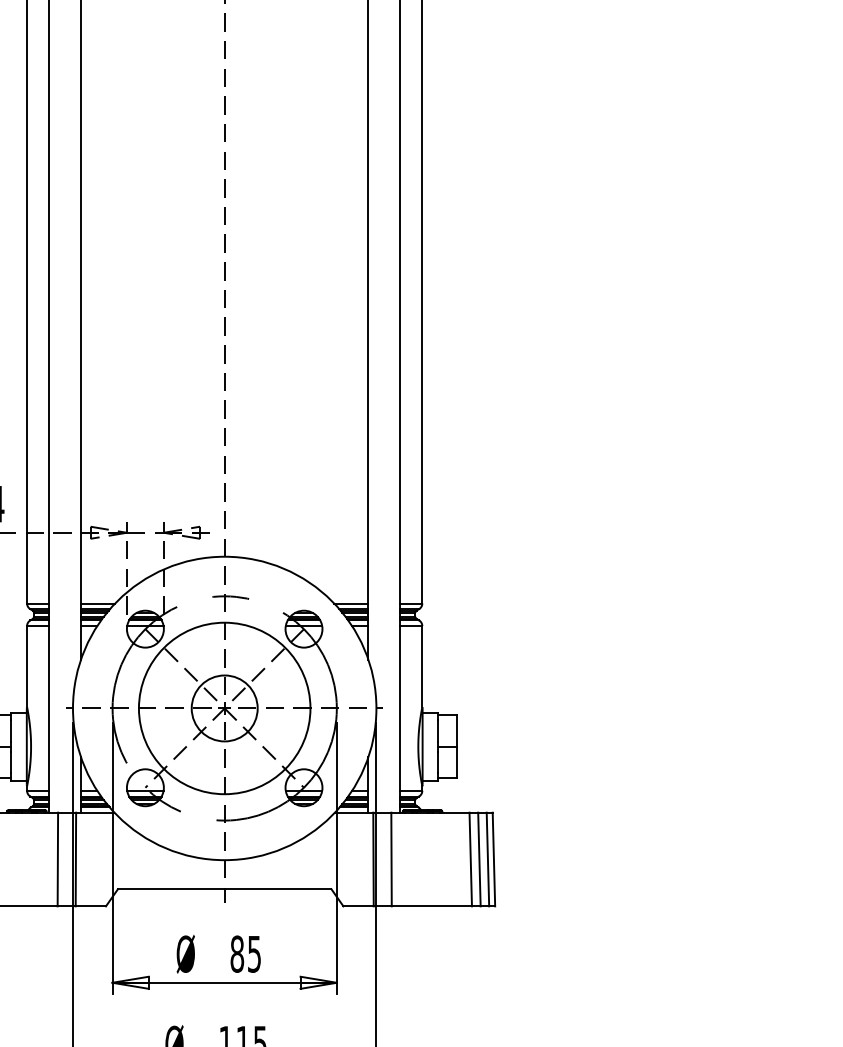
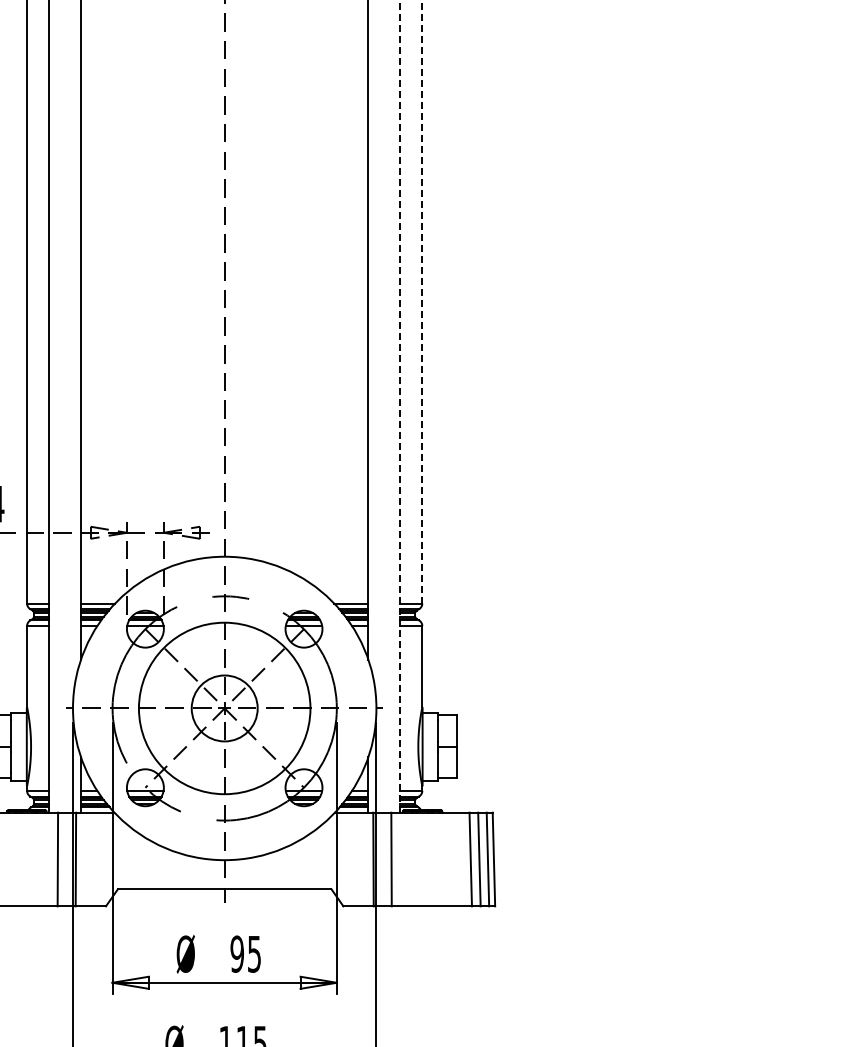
line at (422, 301): solid -> dashed
line at (400, 405): solid -> dashed
text at (237, 953): 85 -> 95
